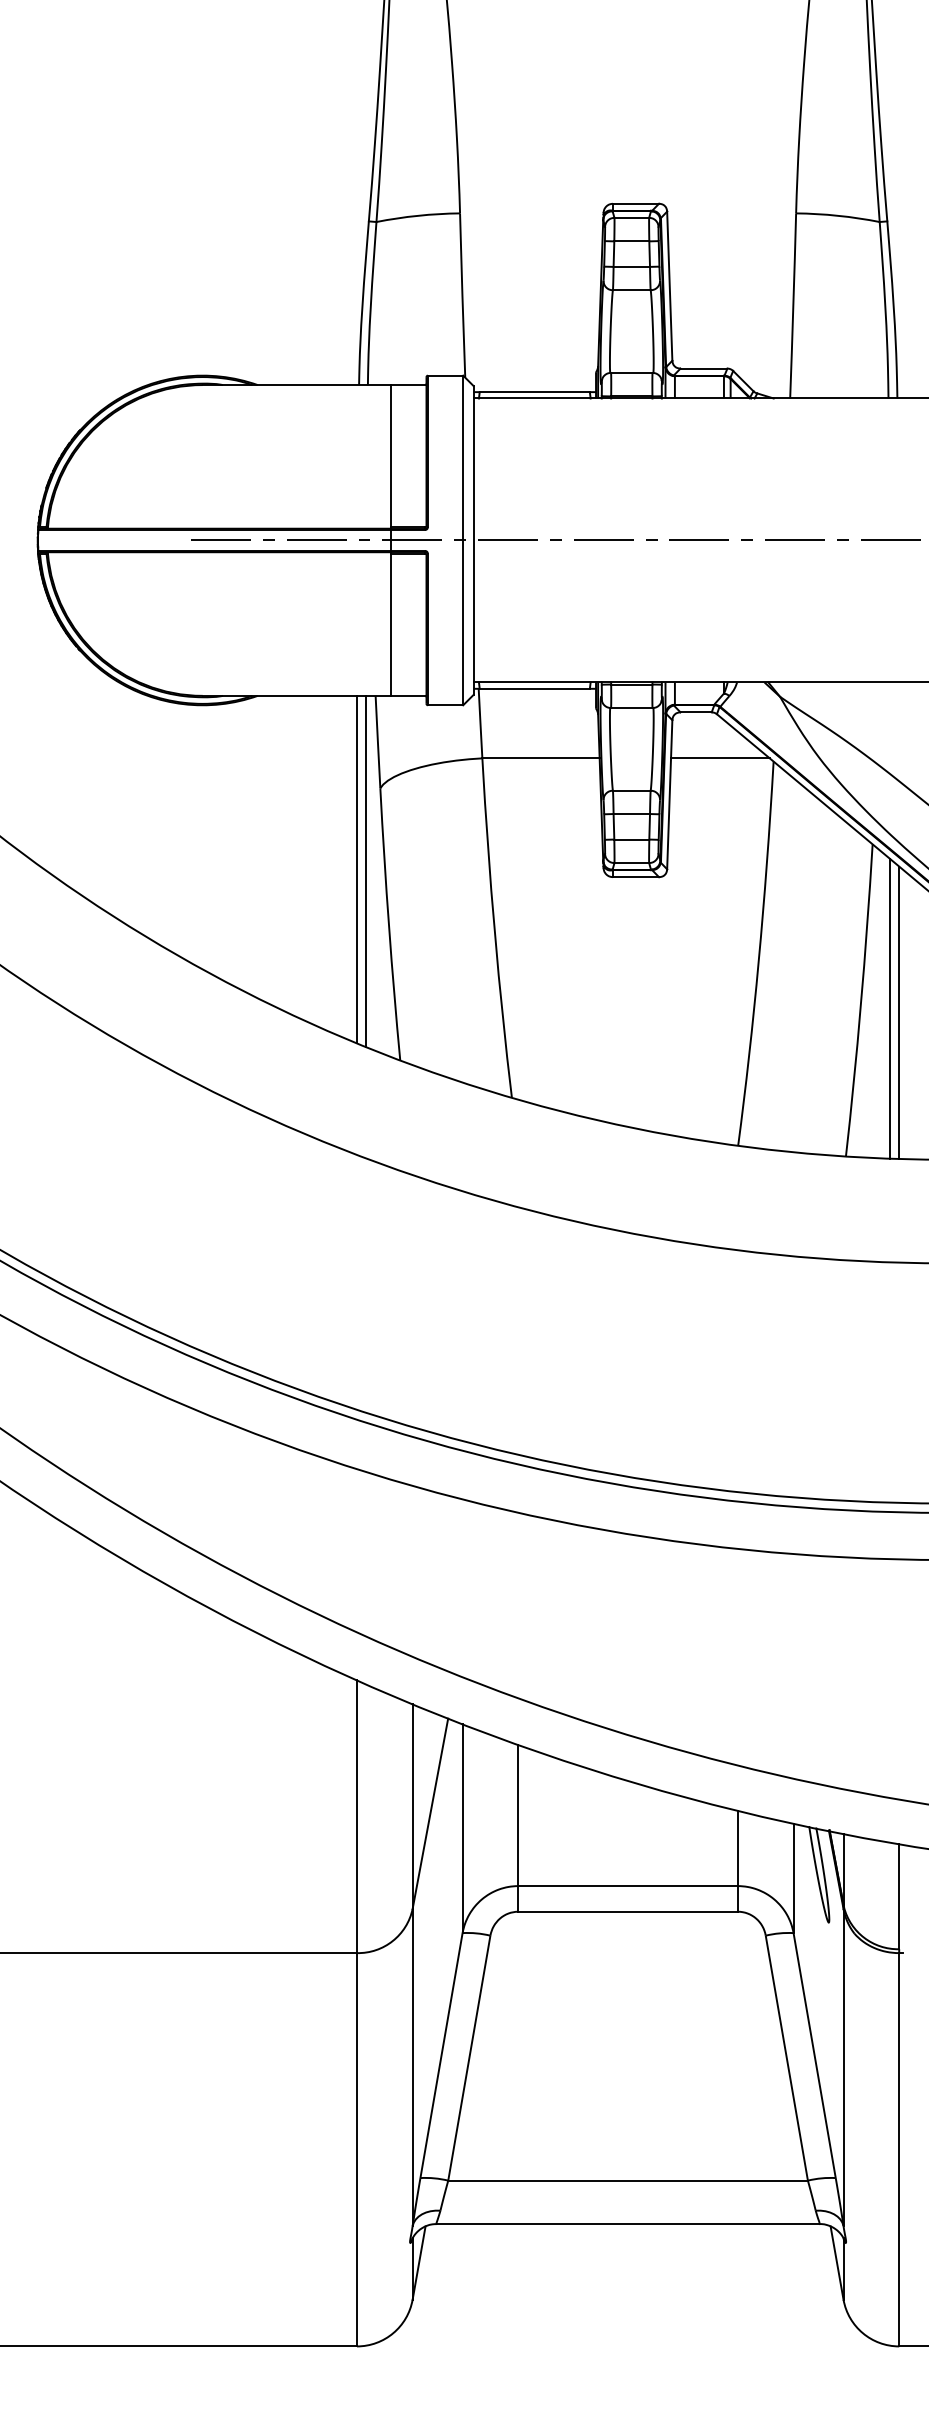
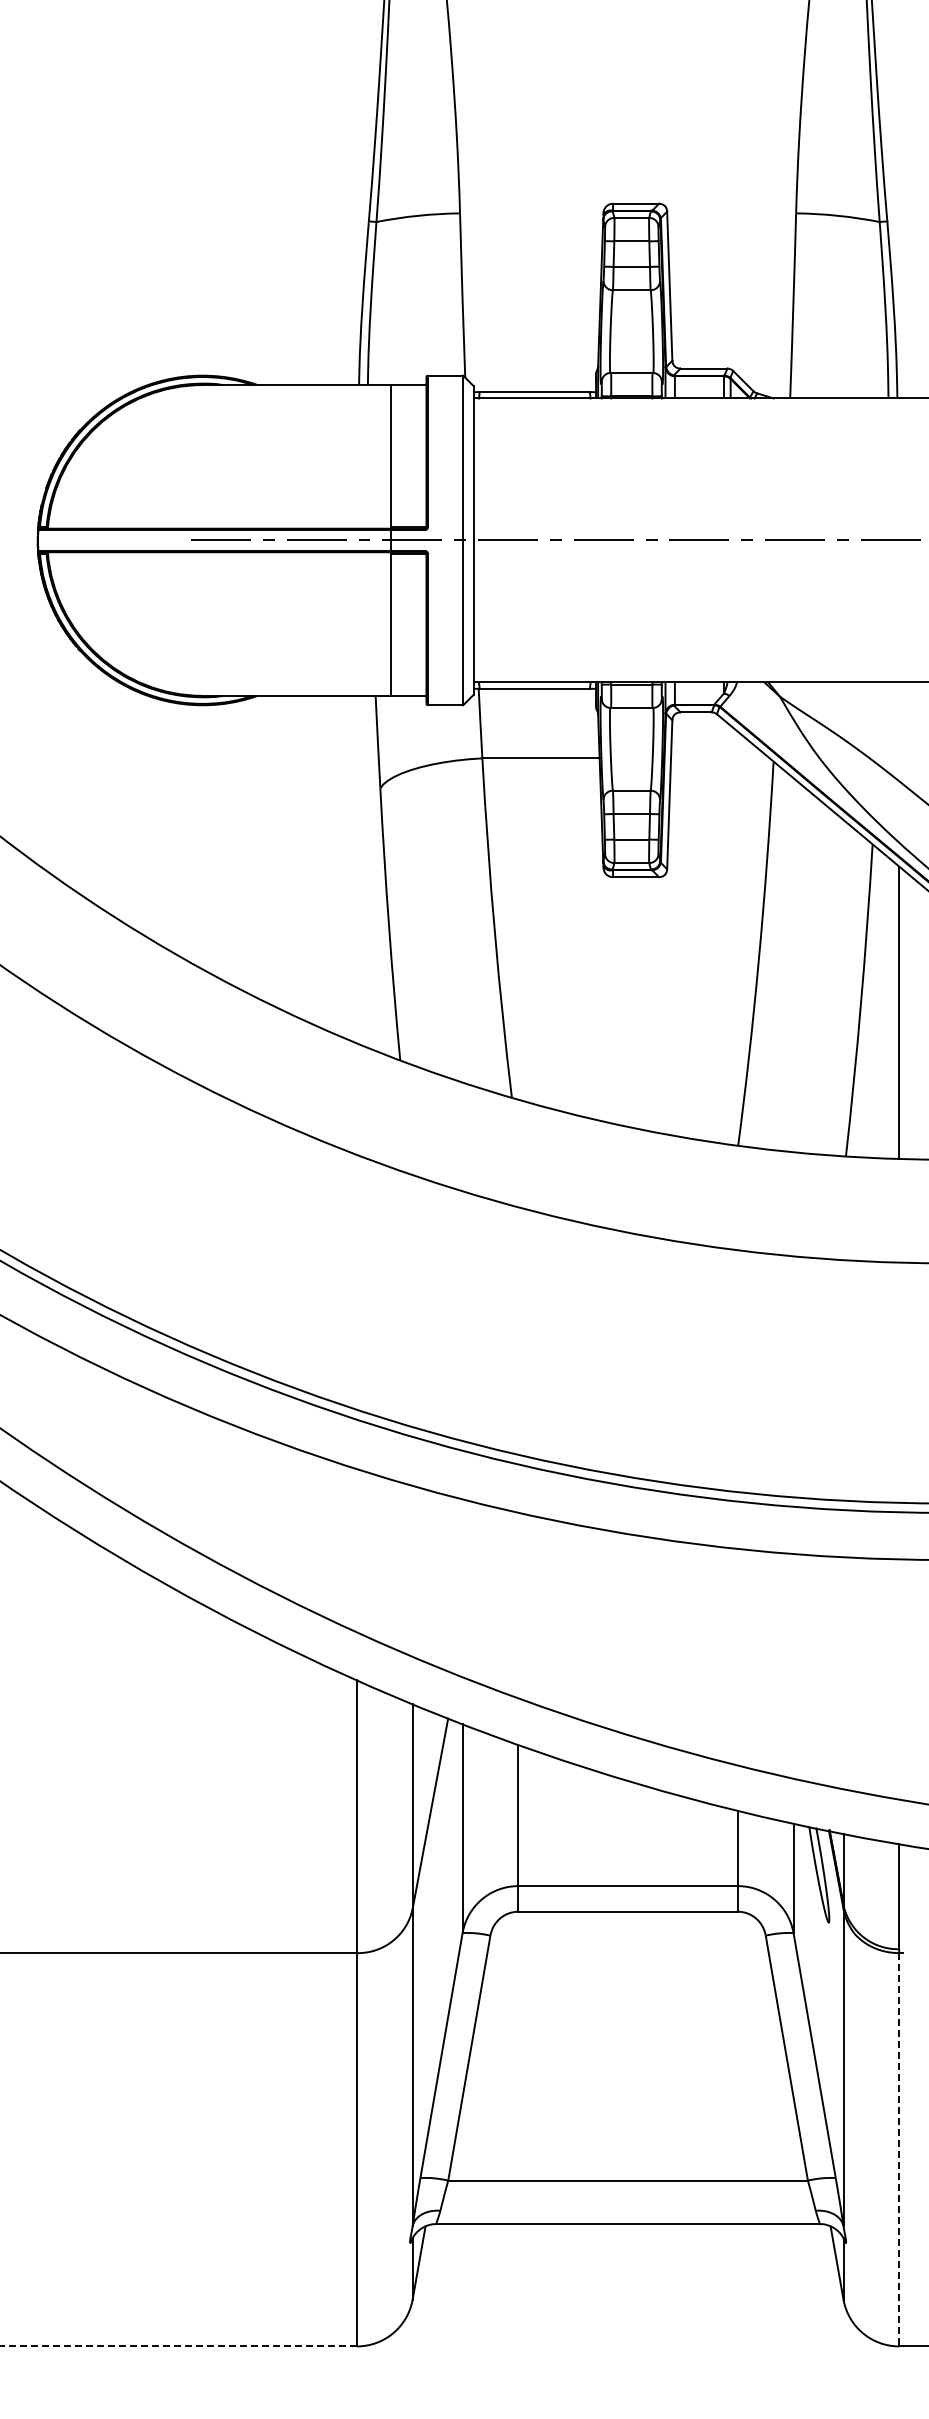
line at (720, 758): present -> none
line at (356, 869): present -> none
line at (366, 870): present -> none
line at (889, 1008): present -> none
line at (899, 2149): solid -> dashed
line at (179, 2346): solid -> dashed
